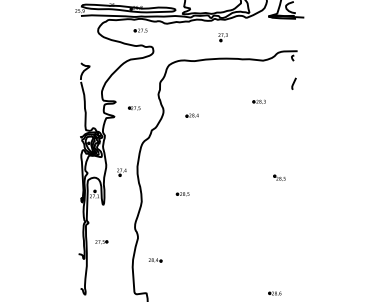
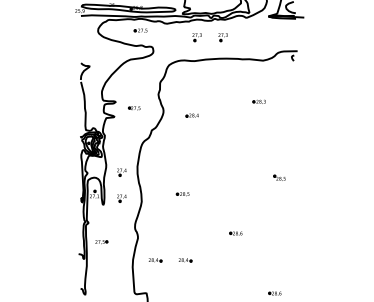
part at (196, 37): none -> present
line at (293, 83): present -> none
part at (121, 198): none -> present
part at (235, 233): none -> present
part at (185, 260): none -> present
